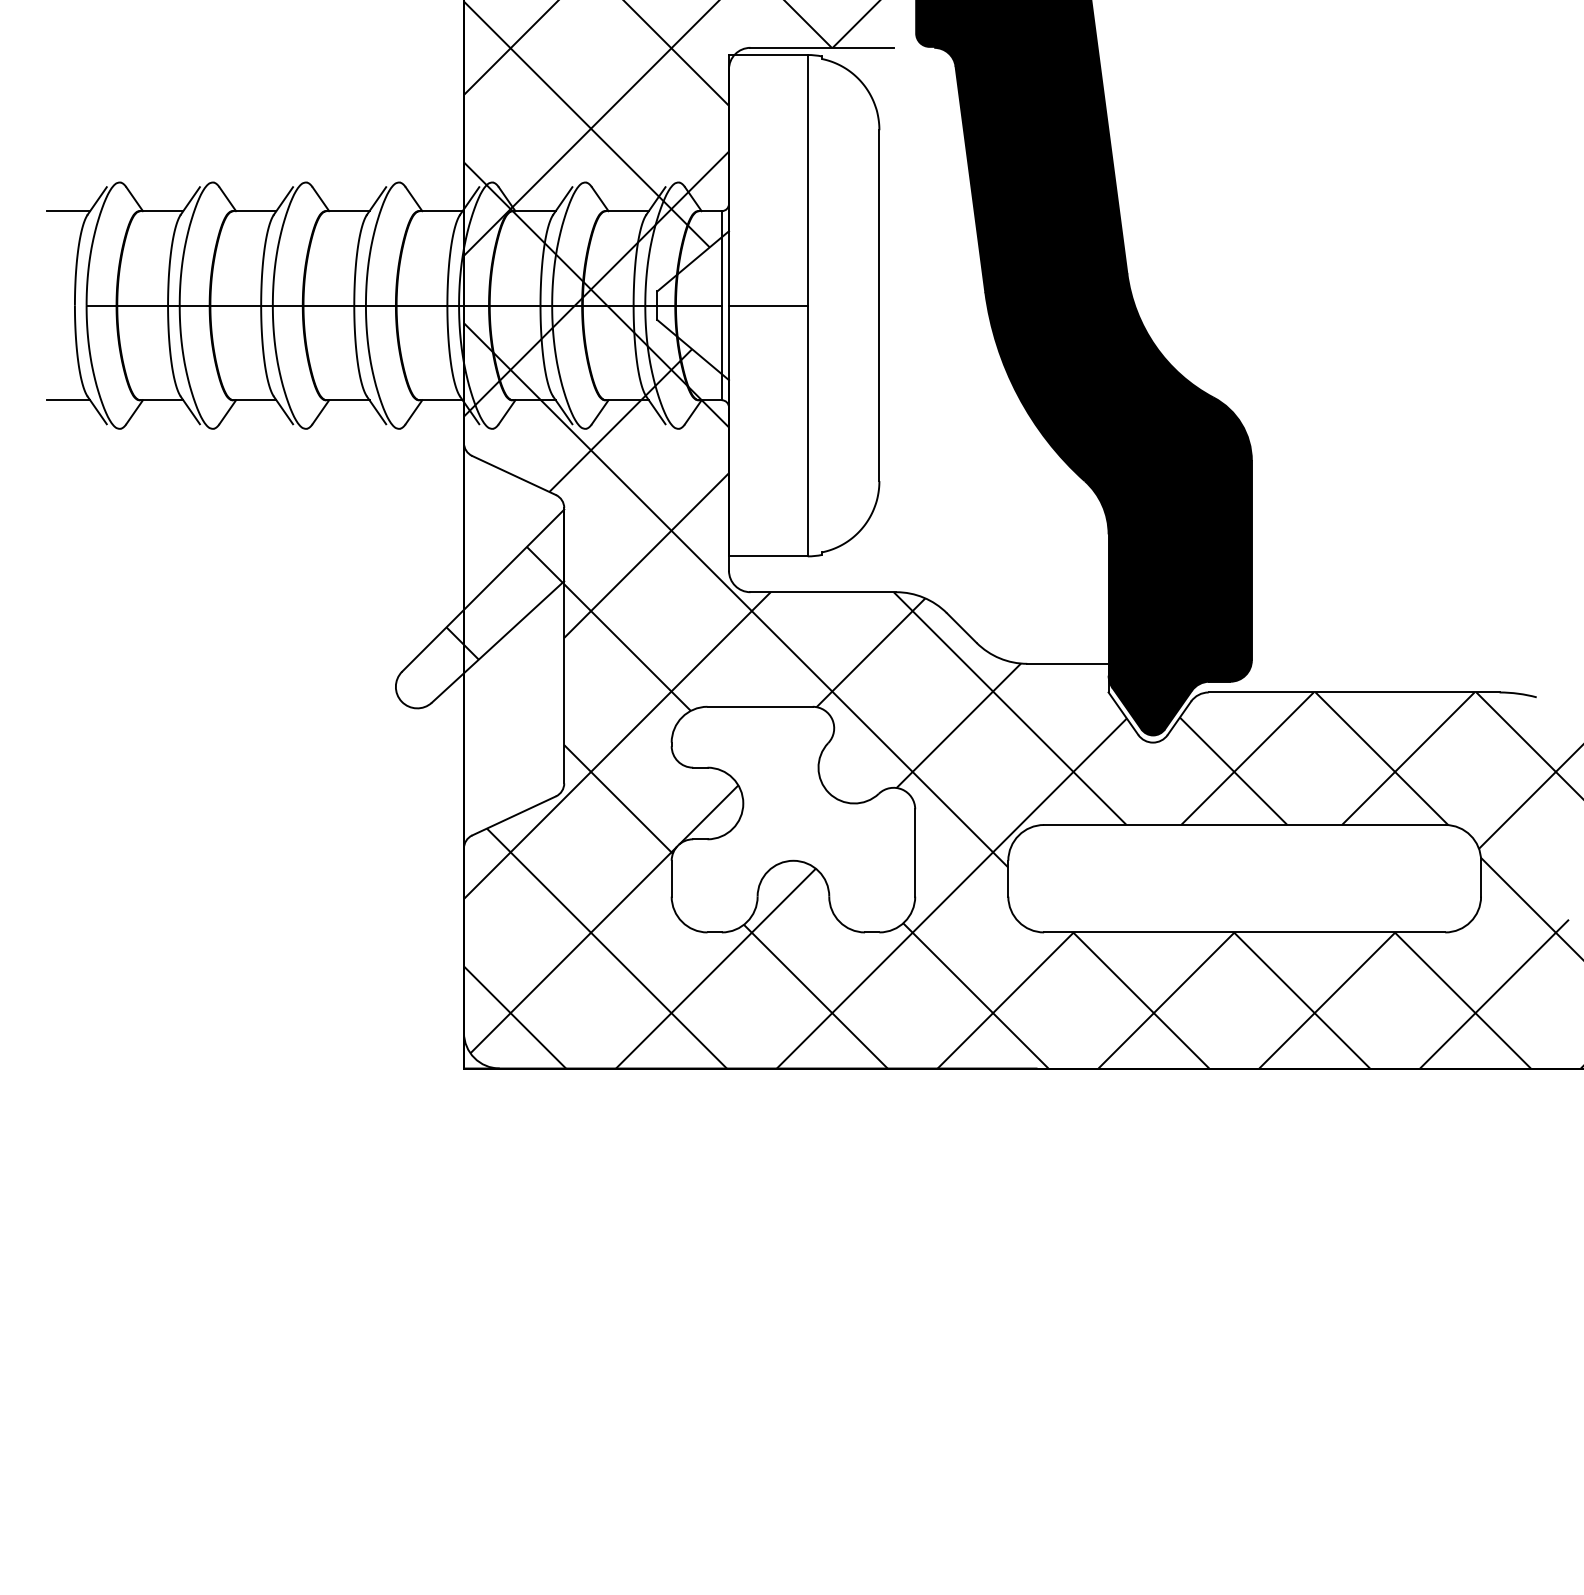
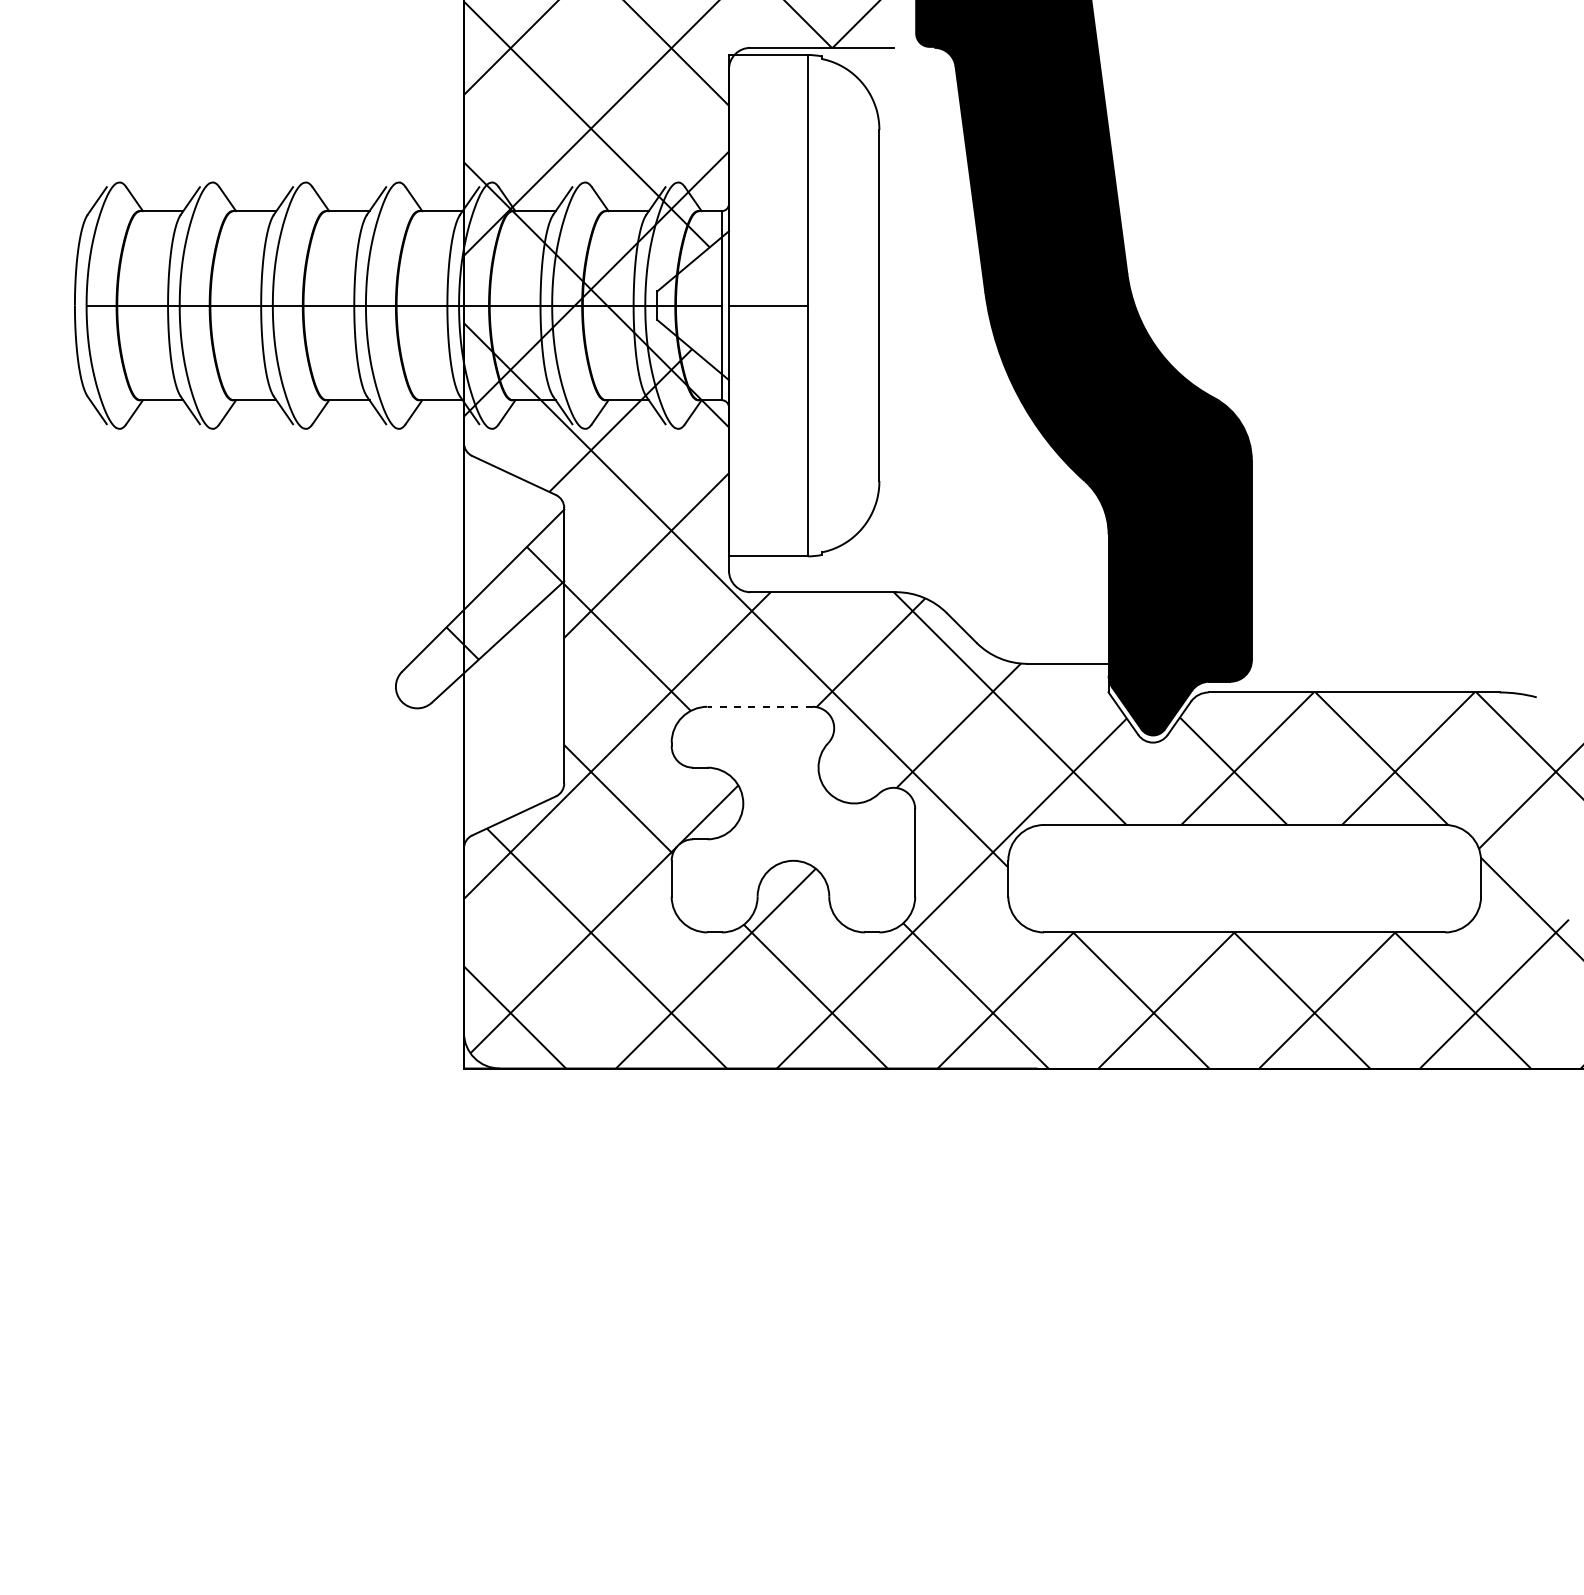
line at (68, 211): present -> none
line at (68, 400): present -> none
line at (760, 706): solid -> dashed
